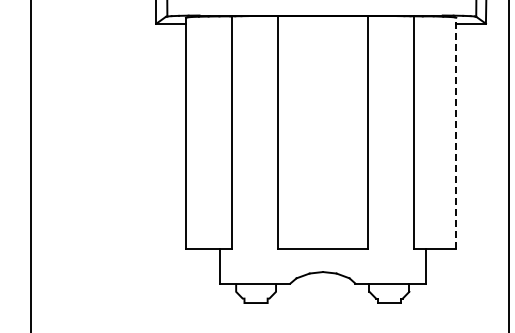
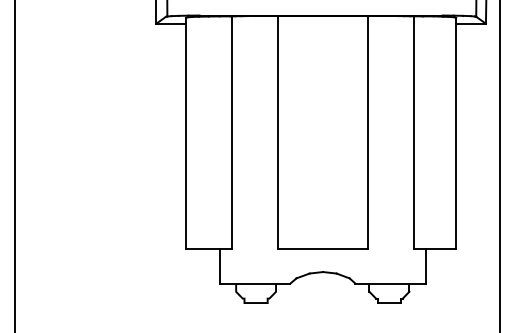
line at (456, 133): dashed -> solid
line at (31, 165) position: (31, 165) -> (15, 165)
line at (508, 165) position: (508, 165) -> (499, 165)
